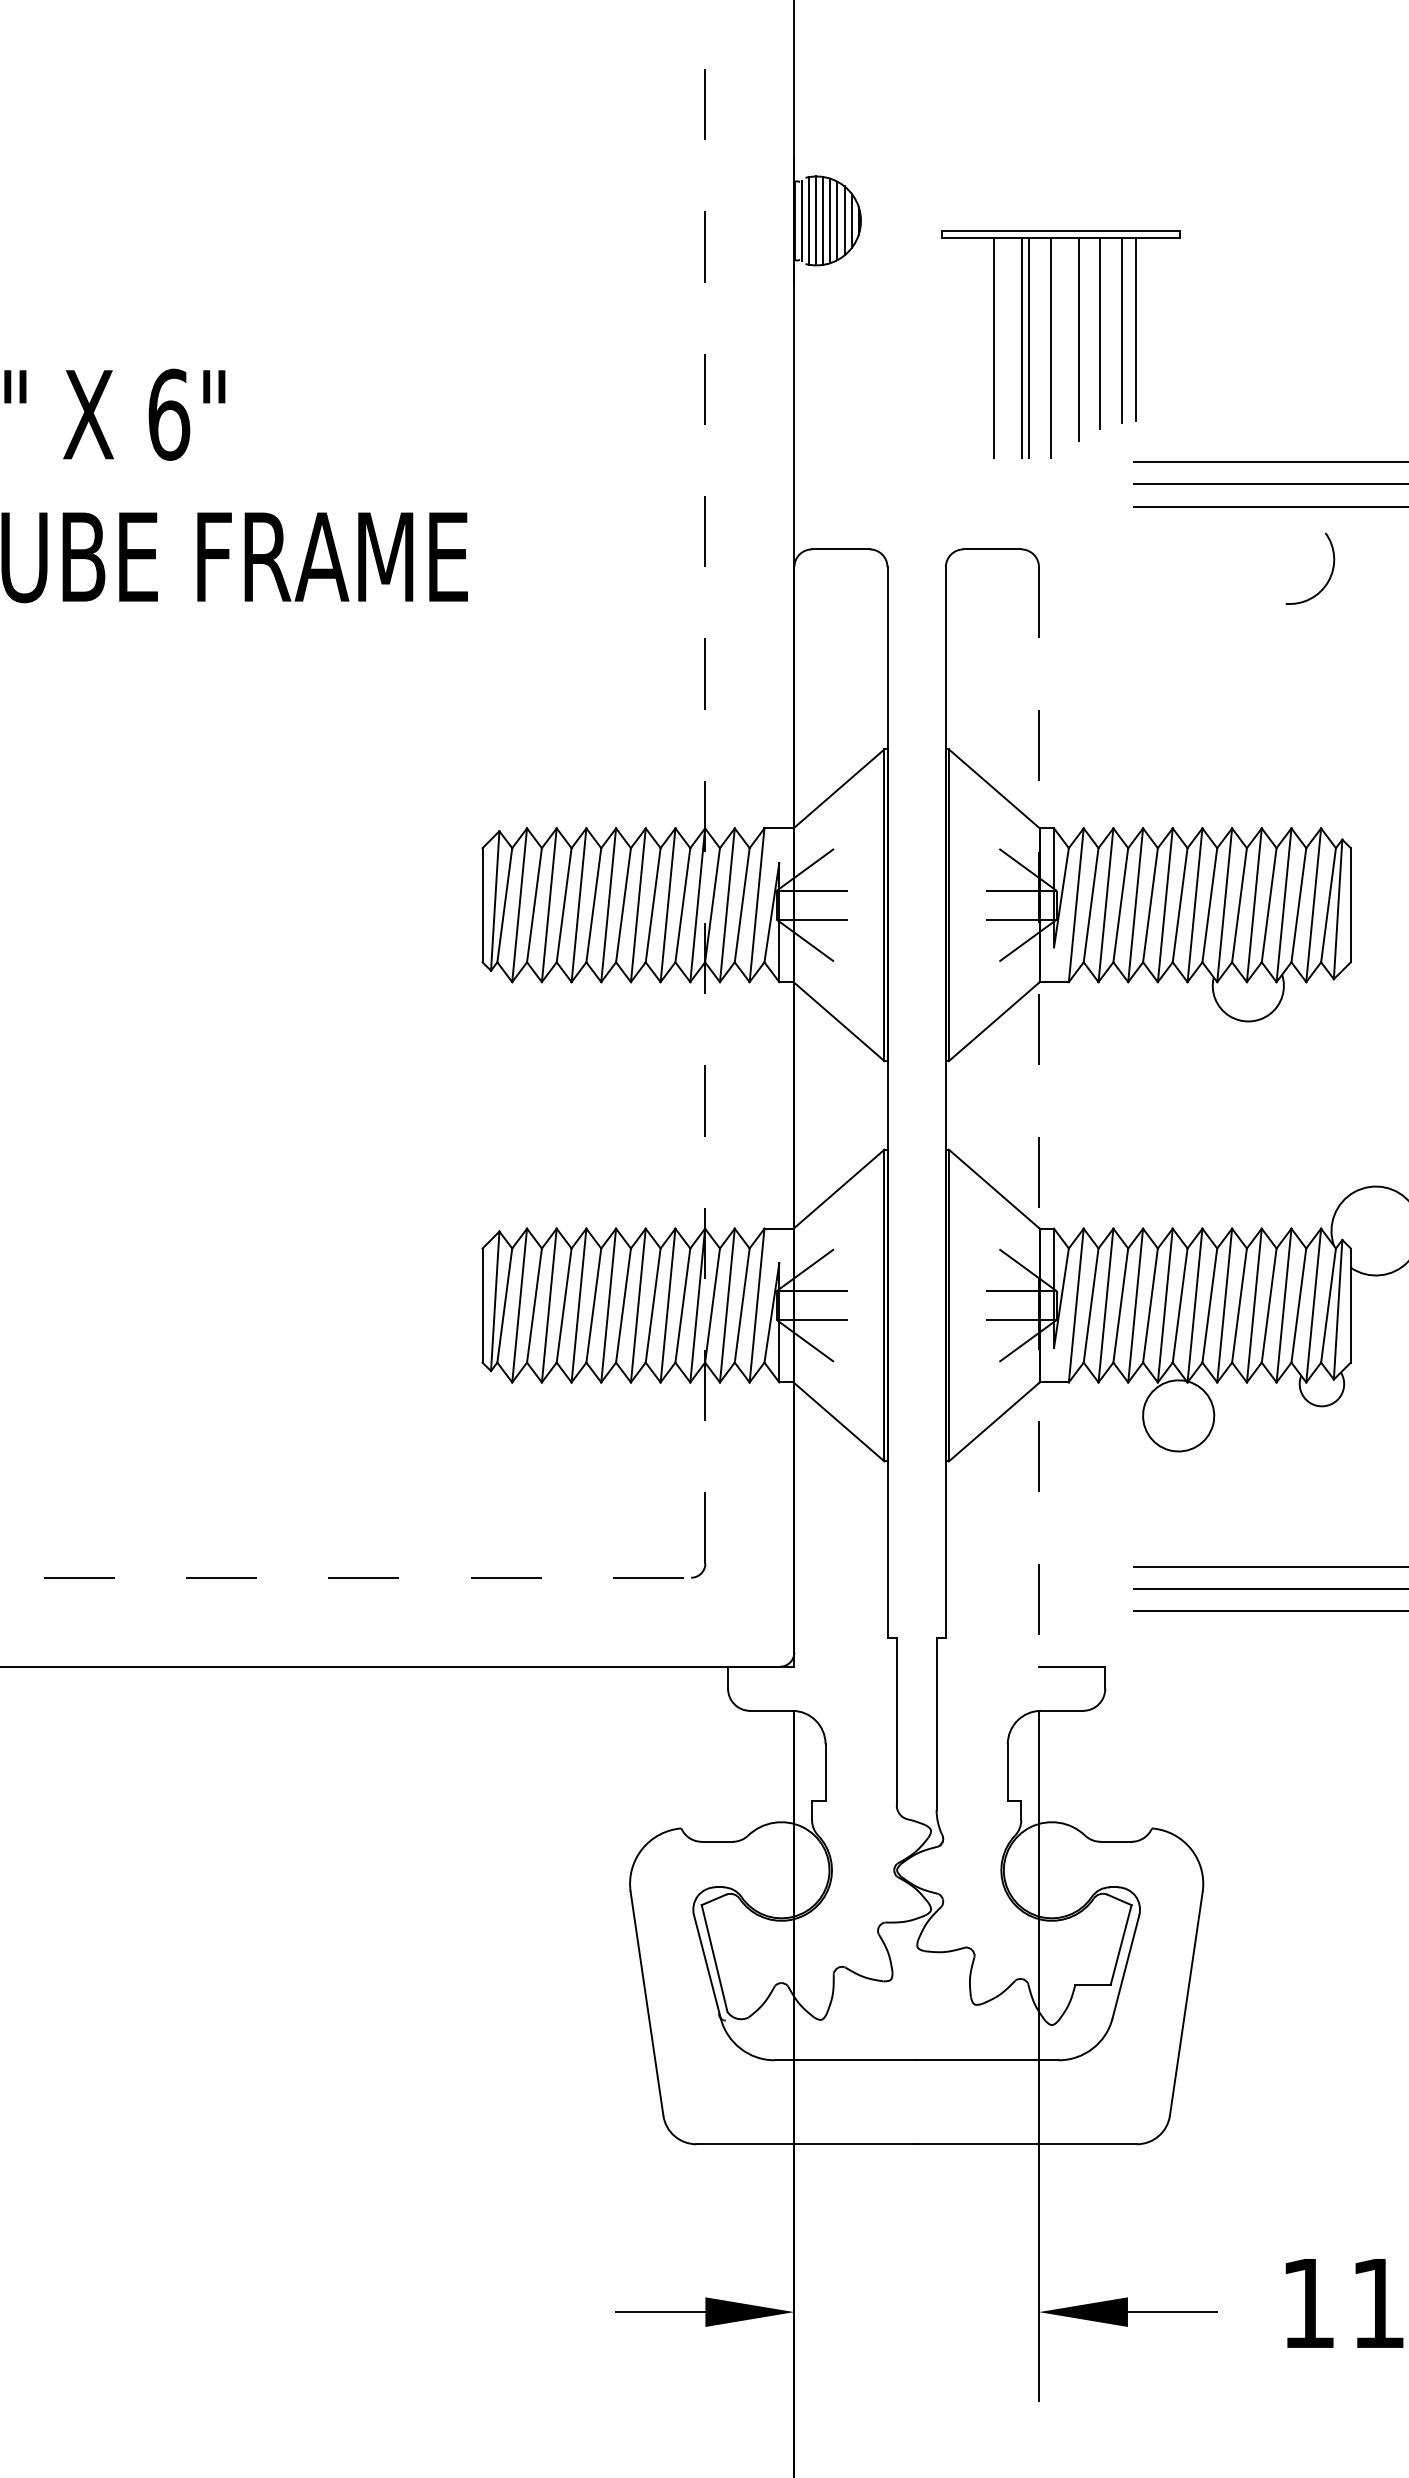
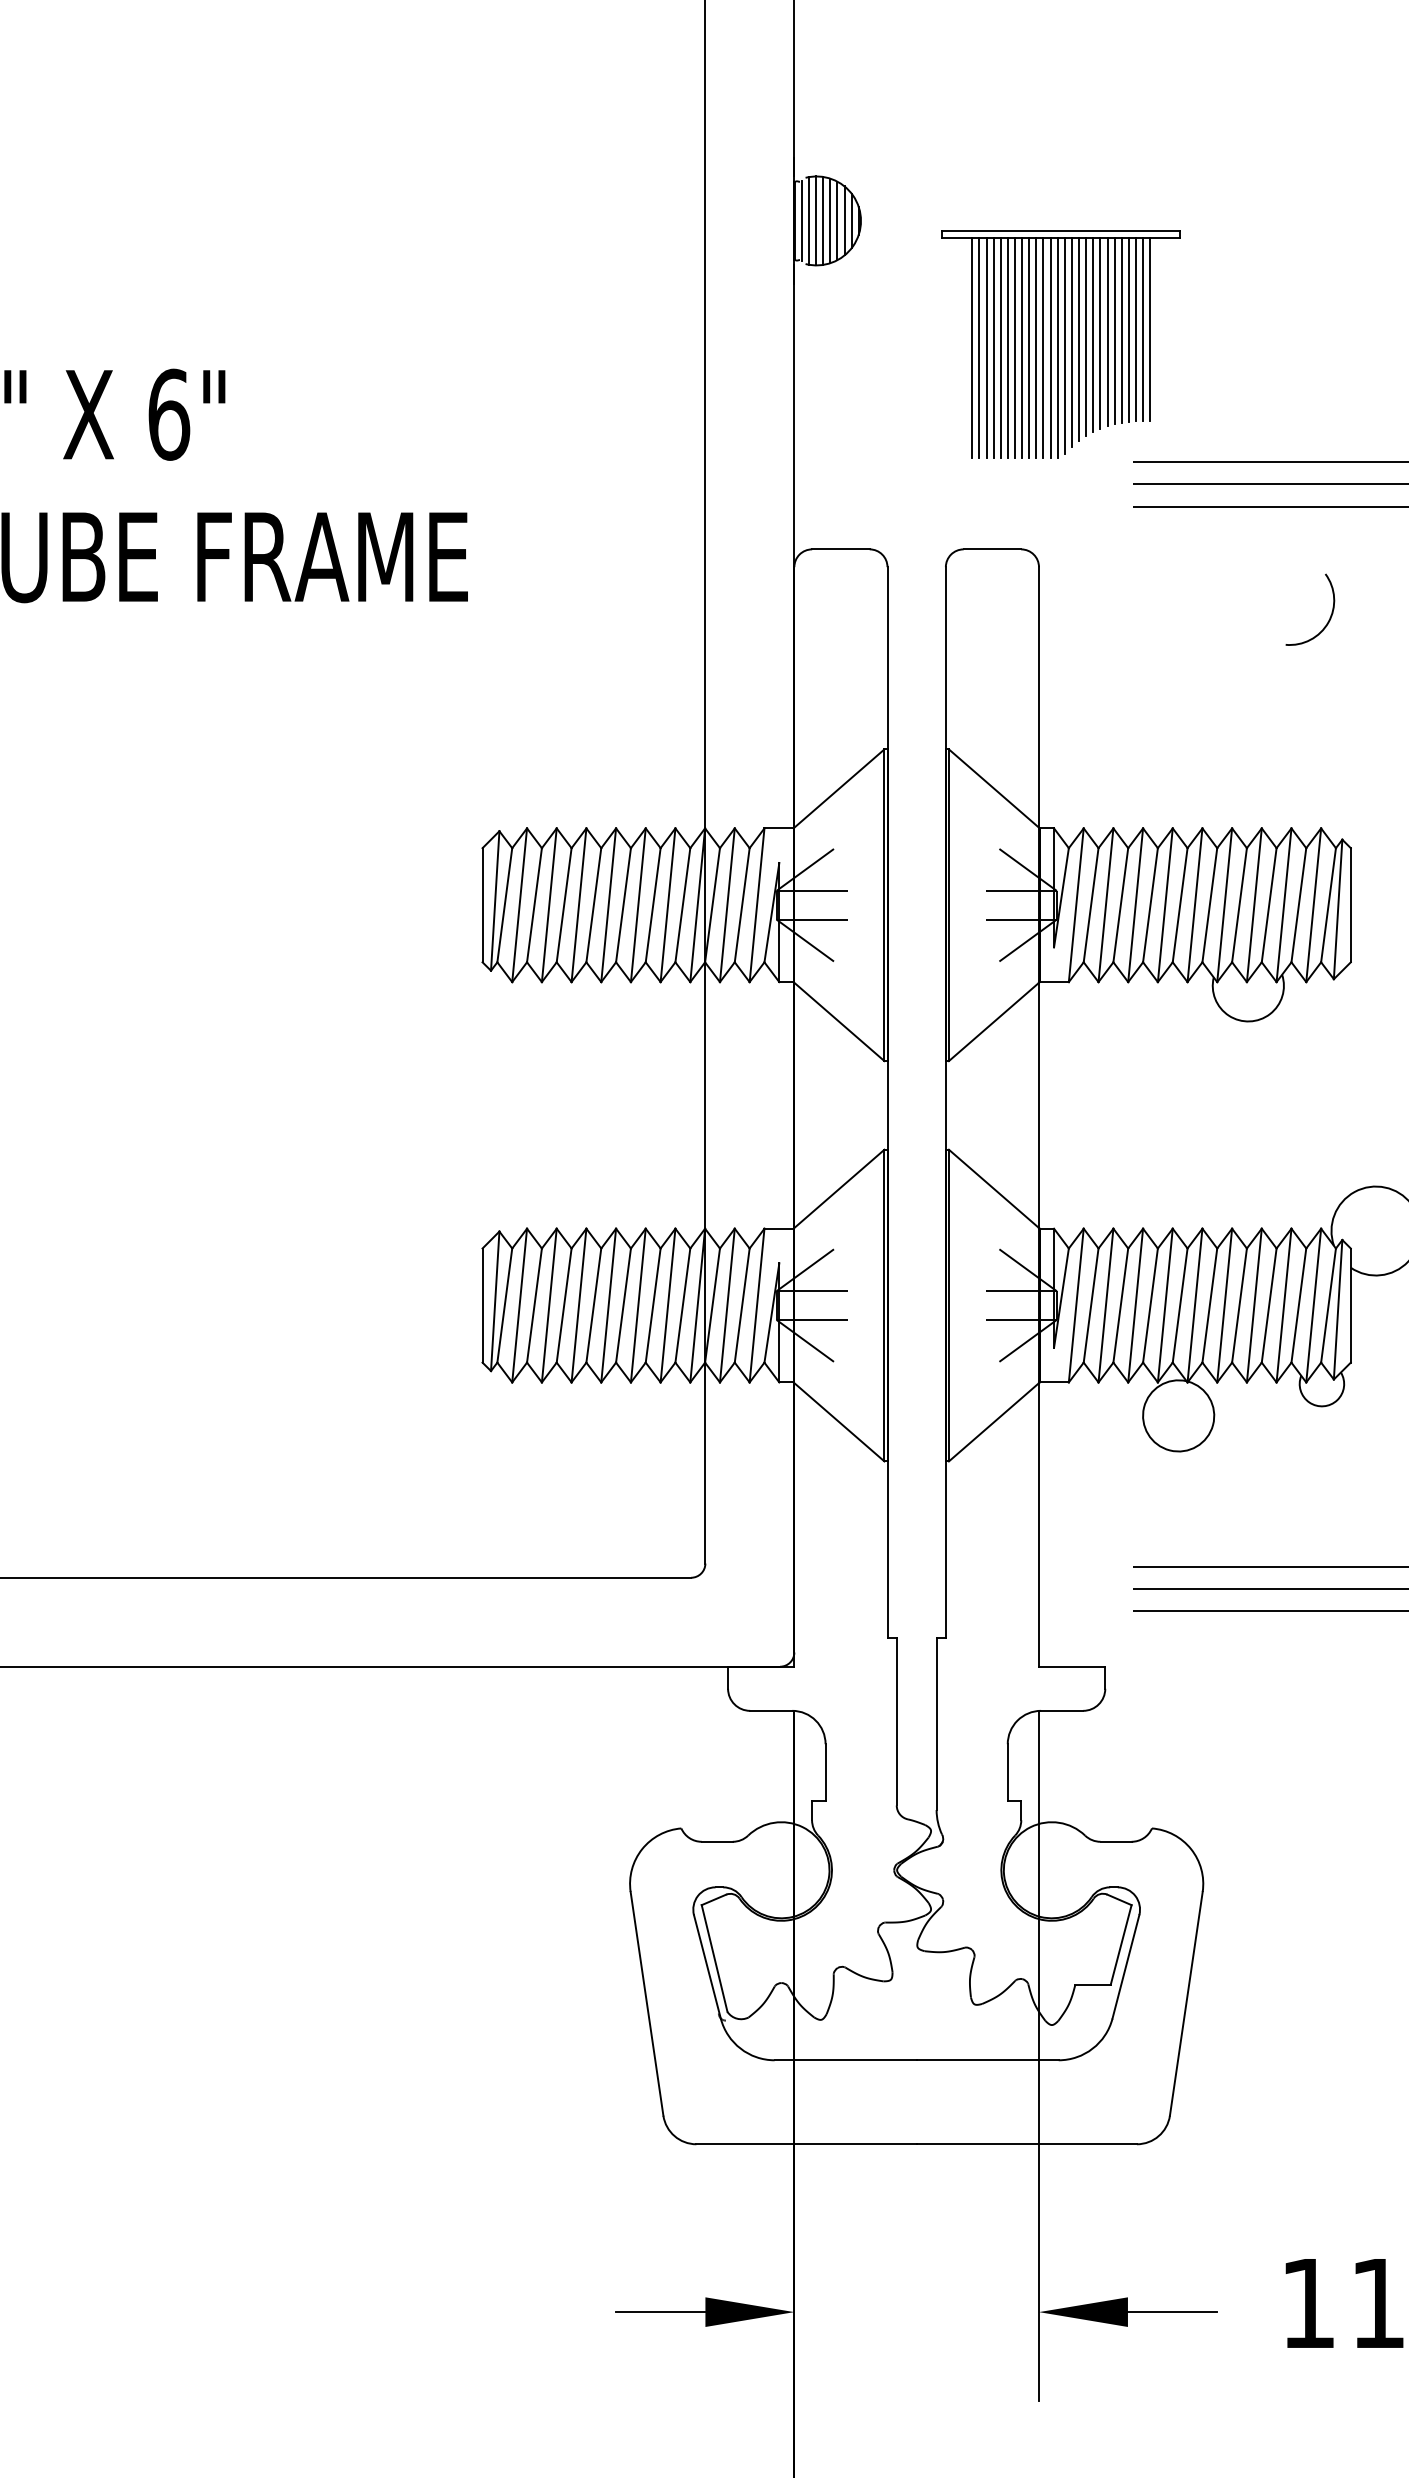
line at (1128, 329): none -> present
line at (1143, 329): none -> present
line at (1150, 329): none -> present
line at (1114, 331): none -> present
line at (1107, 332): none -> present
line at (1093, 335): none -> present
line at (1086, 337): none -> present
line at (1071, 342): none -> present
line at (1064, 346): none -> present
line at (972, 348): none -> present
line at (979, 348): none -> present
line at (986, 348): none -> present
line at (1000, 348): none -> present
line at (1007, 348): none -> present
line at (1014, 348): none -> present
line at (1036, 348): none -> present
line at (1043, 348): none -> present
line at (1057, 348): none -> present
arc at (1329, 576) position: (1329, 576) -> (1329, 617)
line at (705, 781): dashed -> solid
line at (1038, 1116): dashed -> solid
line at (346, 1577): dashed -> solid
